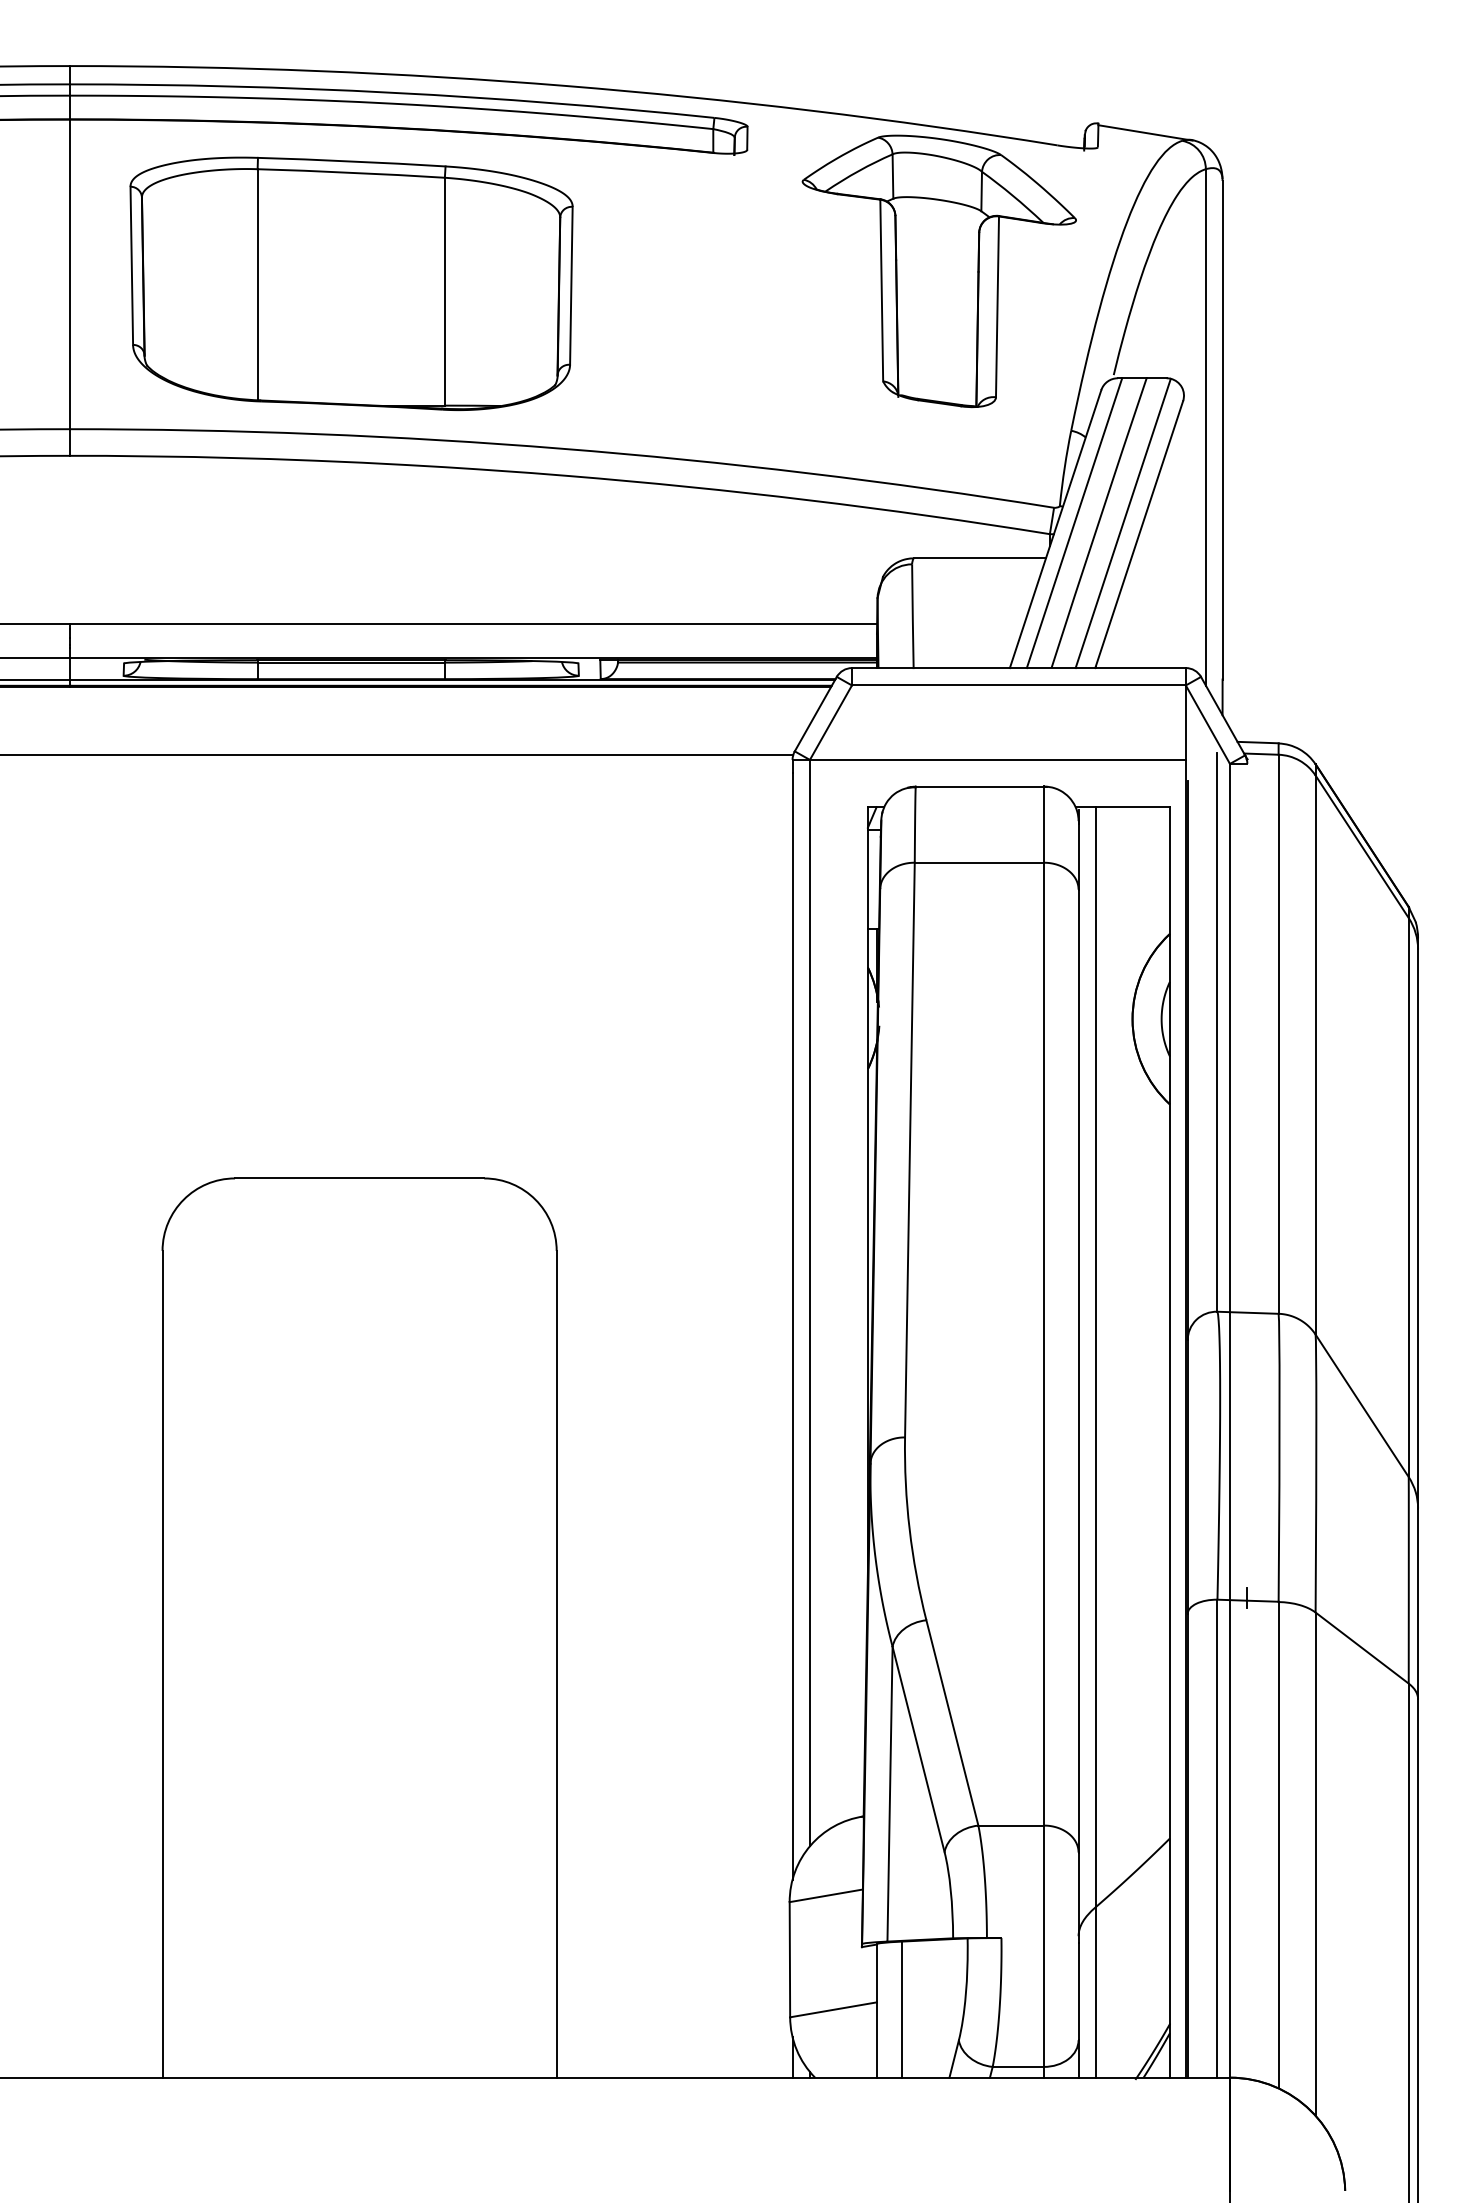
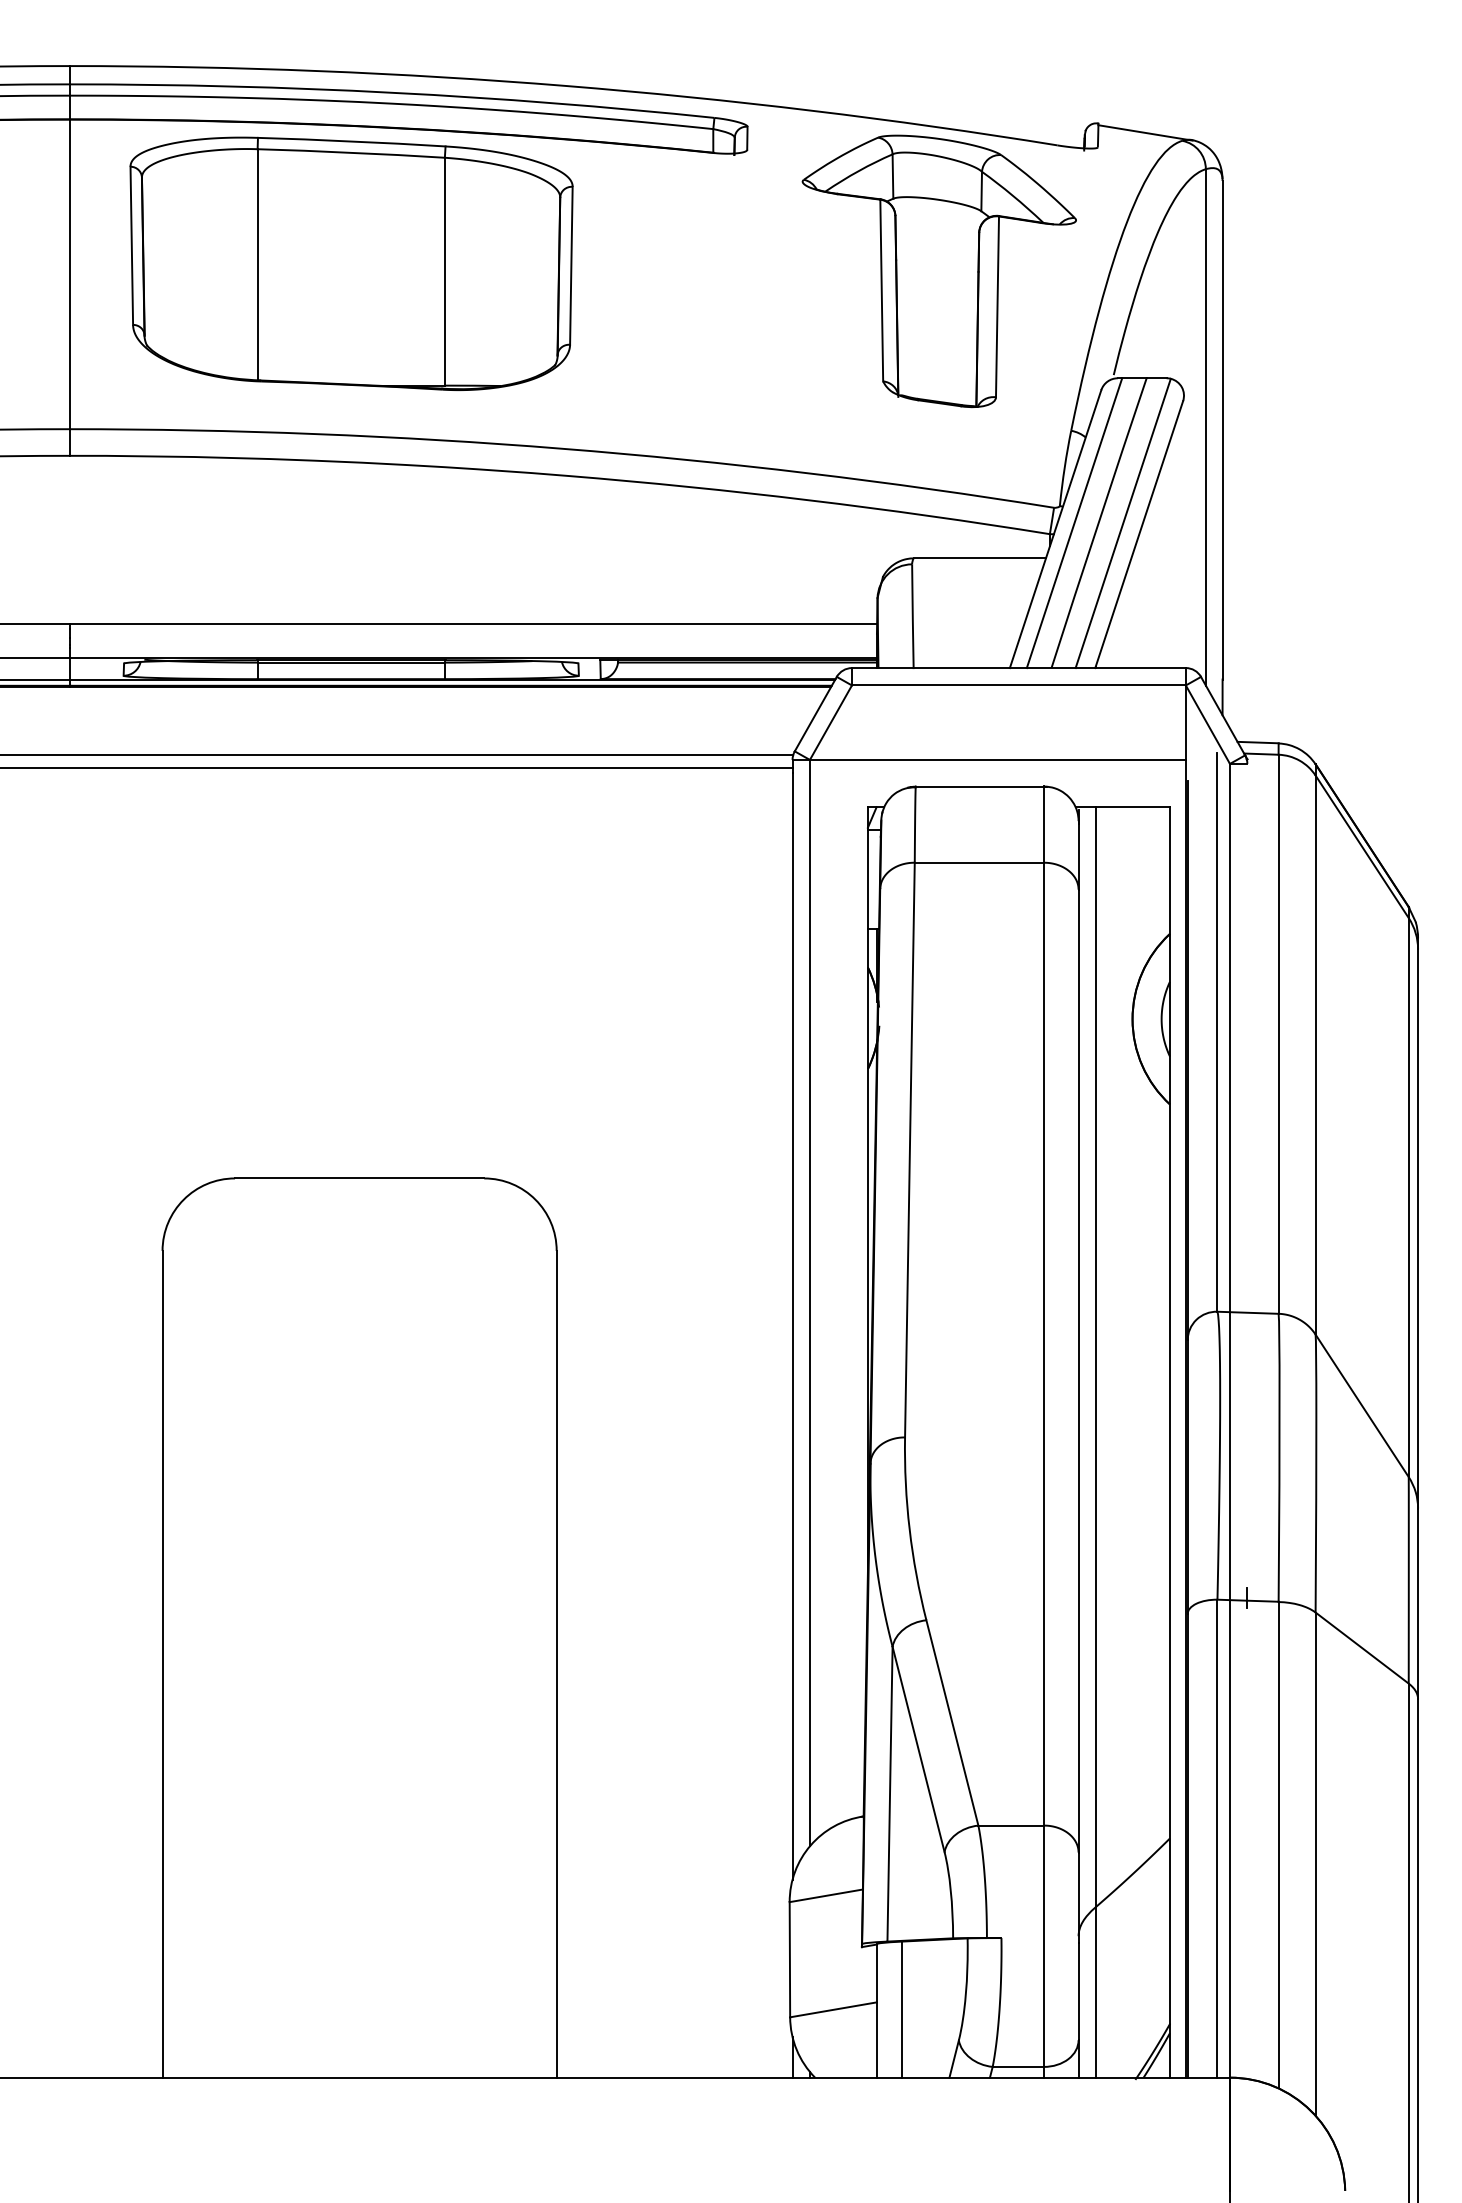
part at (351, 283) position: (351, 283) -> (351, 263)
line at (397, 768): none -> present
